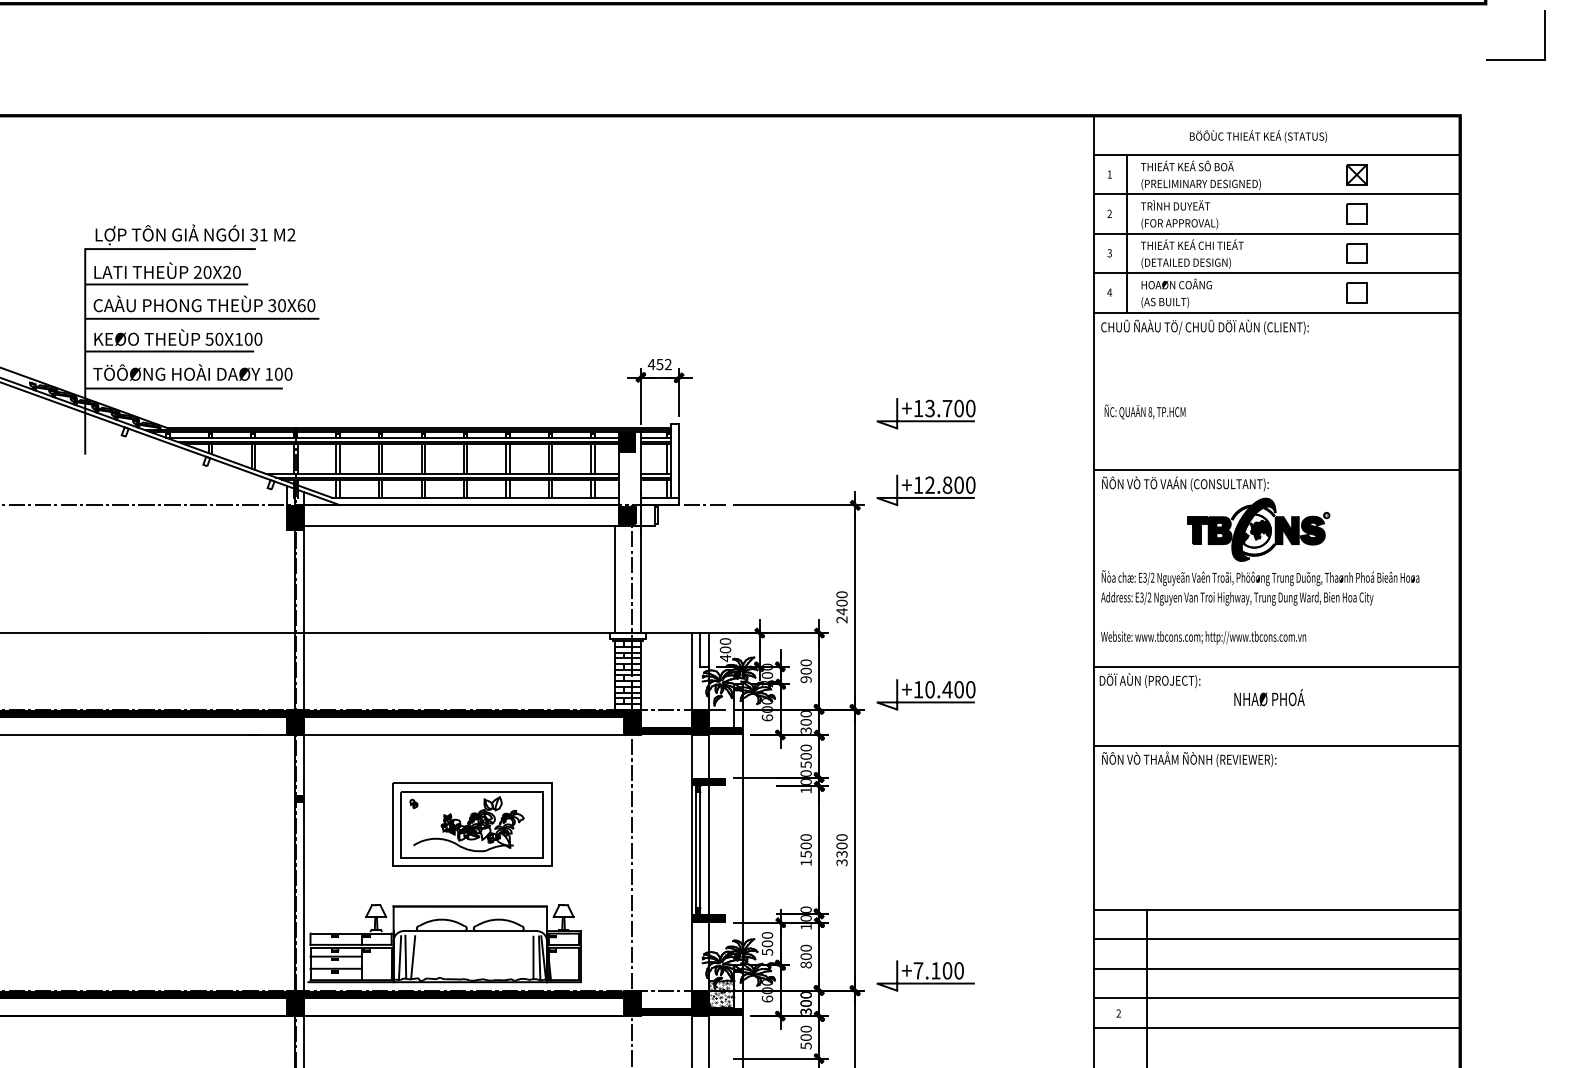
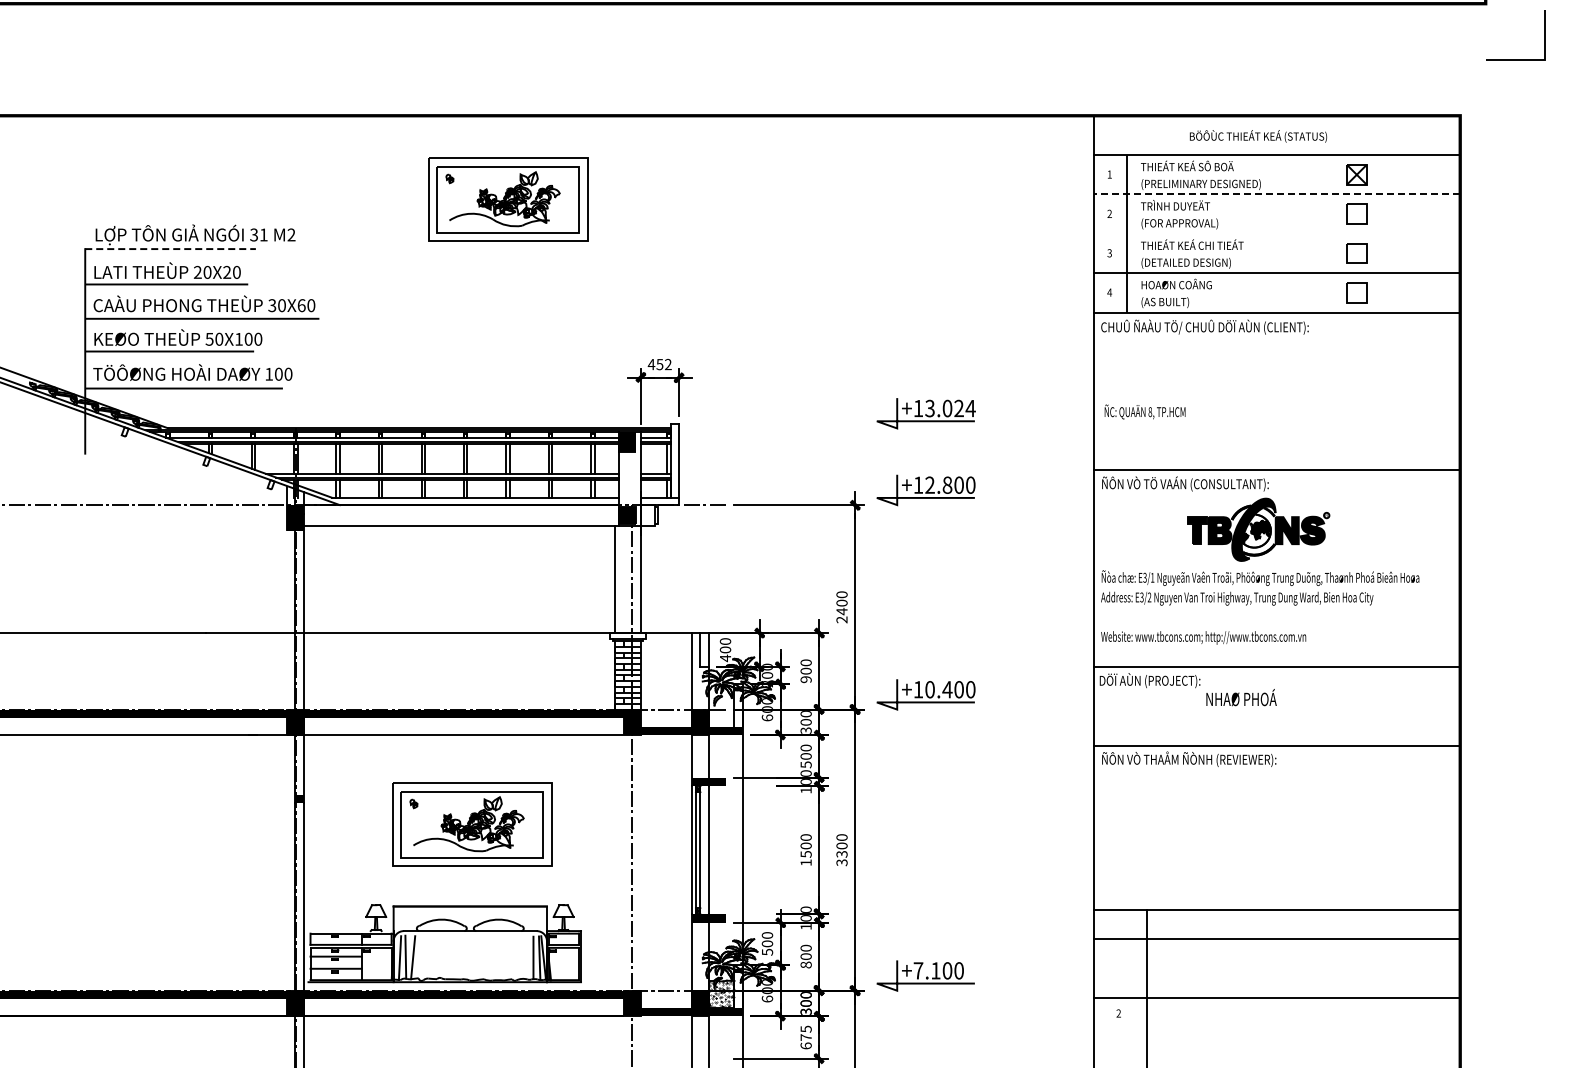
line at (1277, 194): solid -> dashed
part at (508, 199): none -> present
line at (1277, 233): present -> none
line at (171, 249): solid -> dashed
text at (958, 408): +13.700 -> +13.024
text at (1152, 577): E3/2 -> E3/1
text at (1269, 697) position: (1269, 697) -> (1241, 697)
line at (1277, 968): present -> none
line at (1277, 1027): present -> none
text at (805, 1037): 500 -> 675
